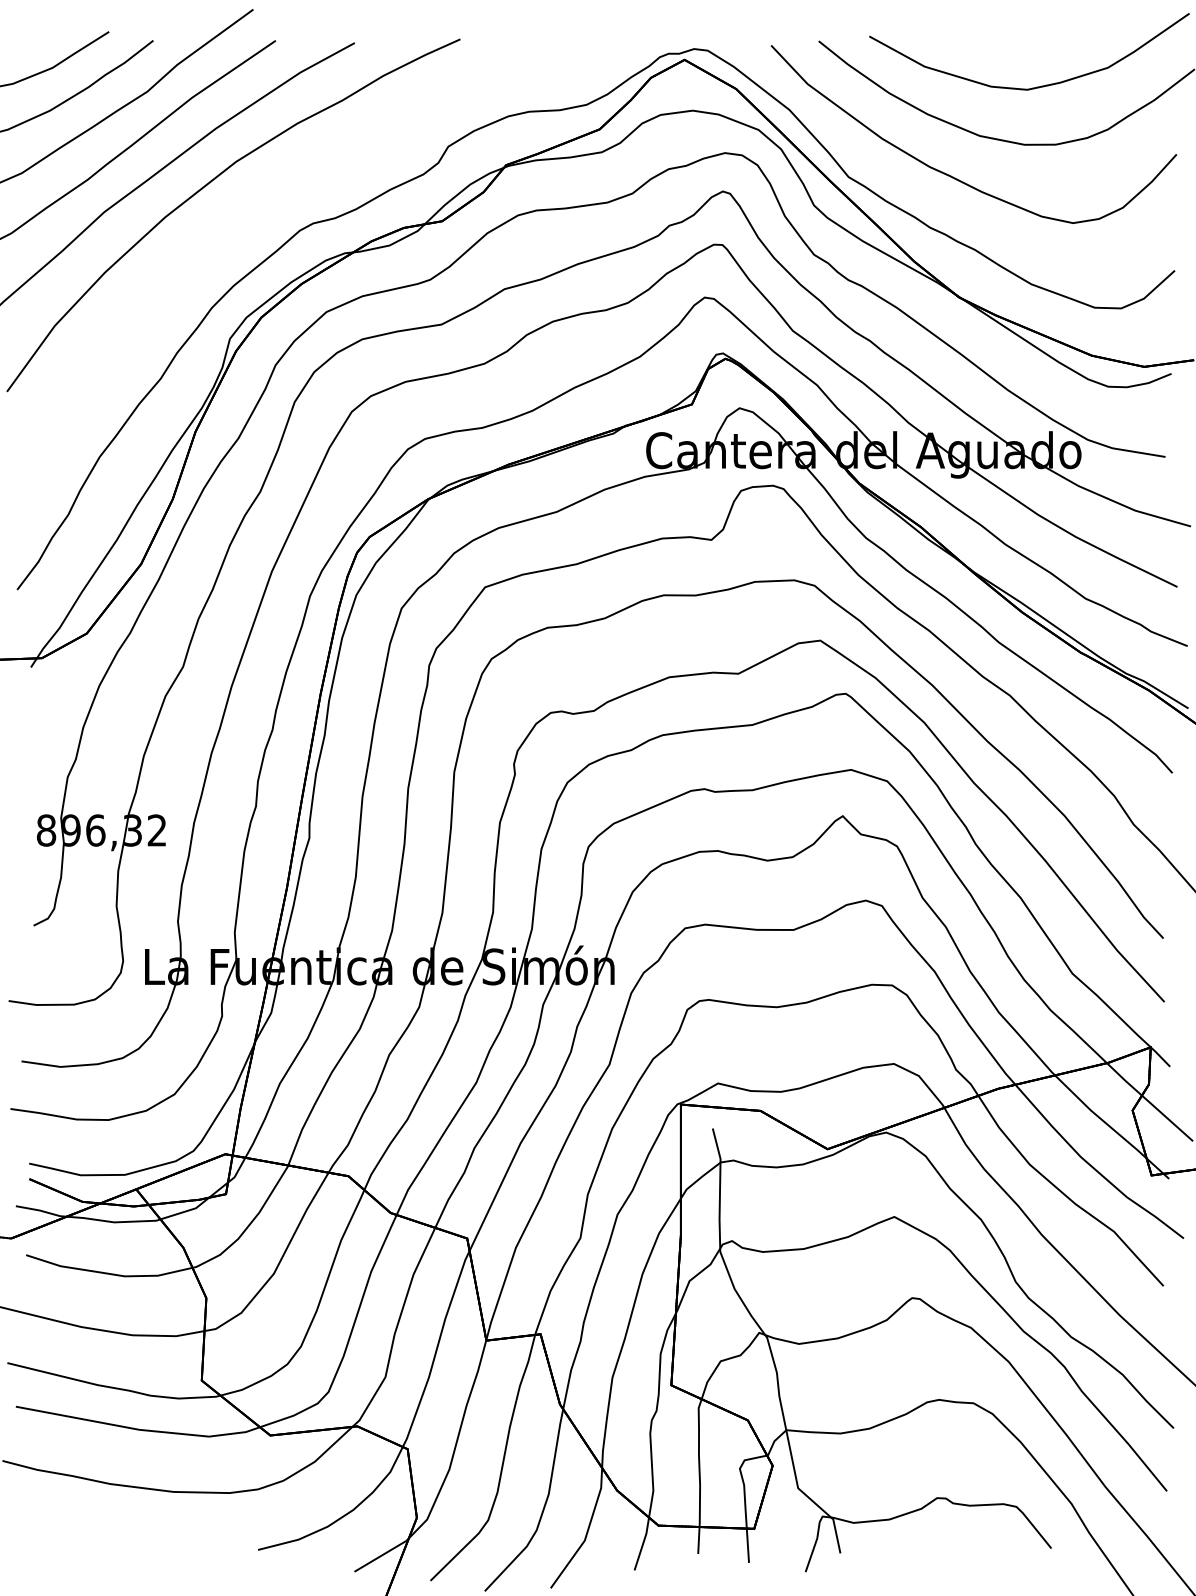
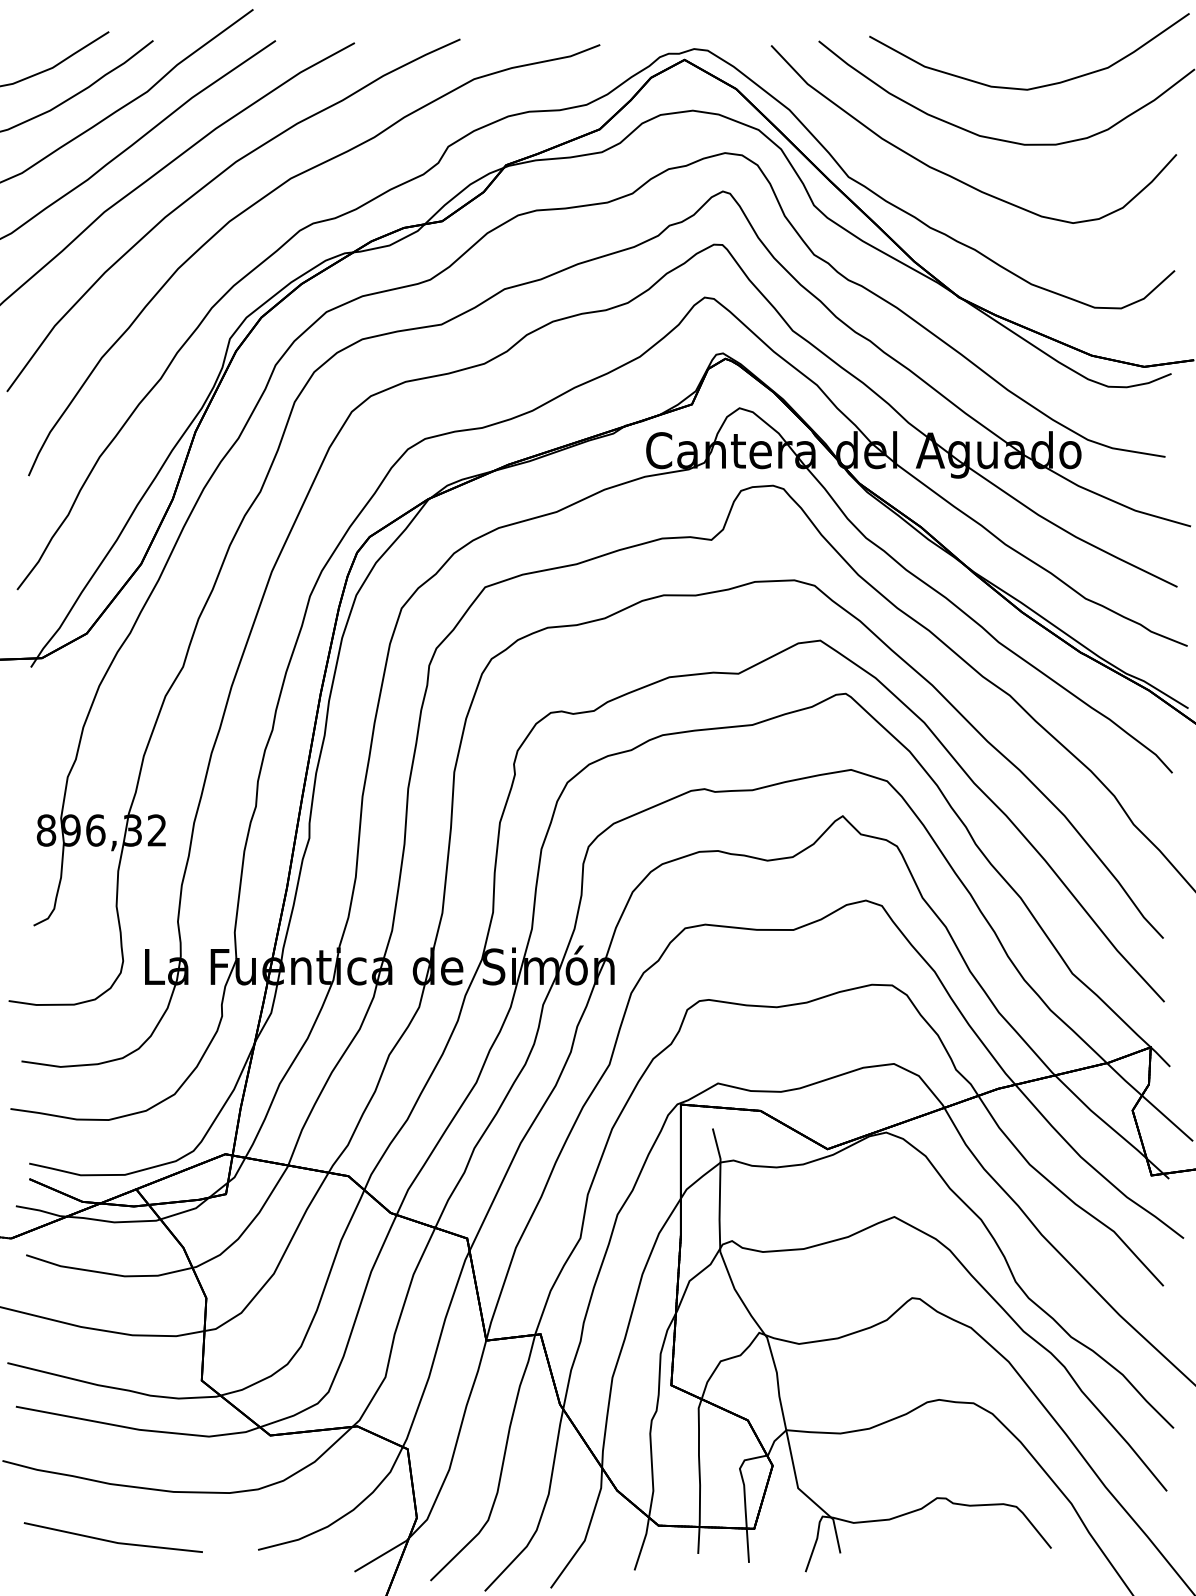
curve at (267, 196): none -> present
line at (111, 1540): none -> present
